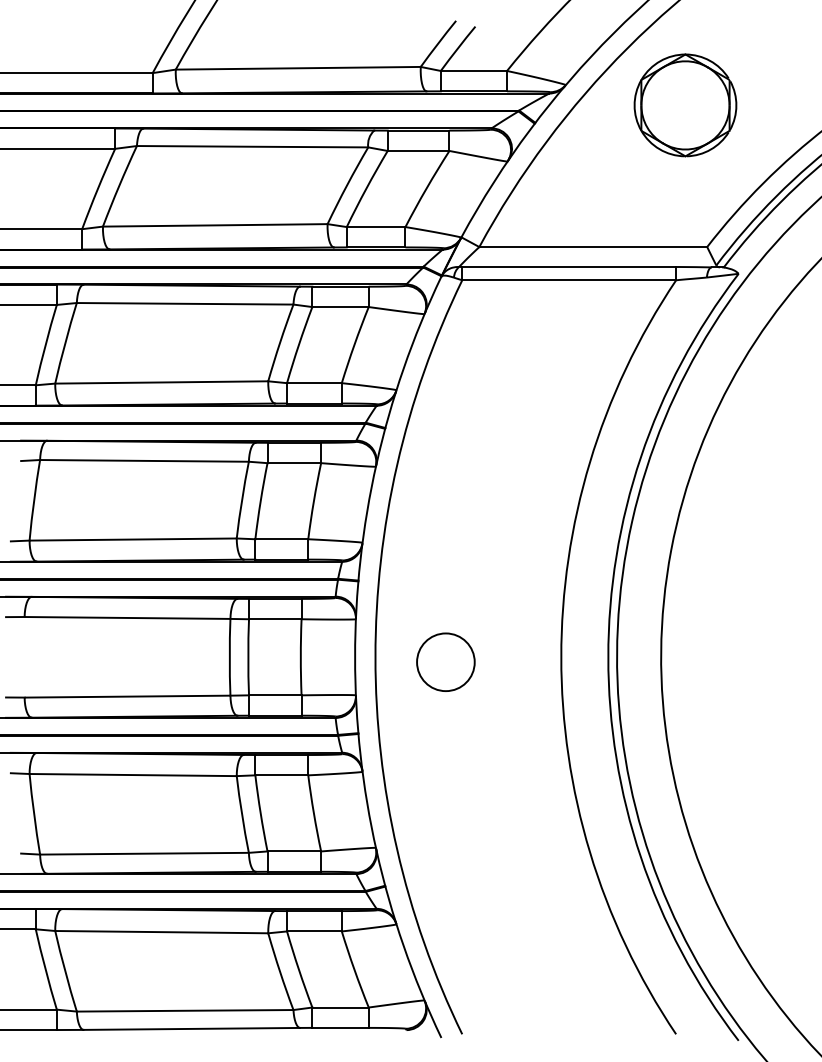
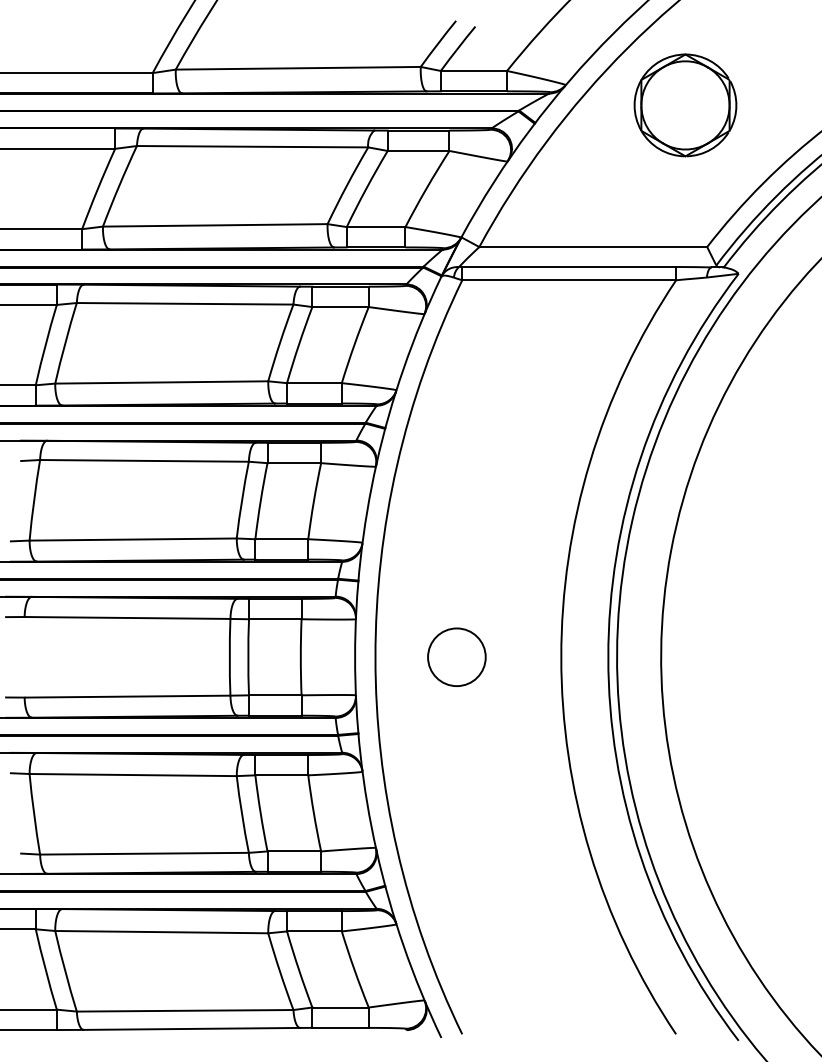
circle at (445, 661) position: (445, 661) -> (456, 656)
